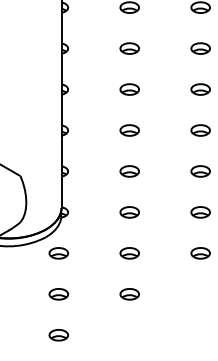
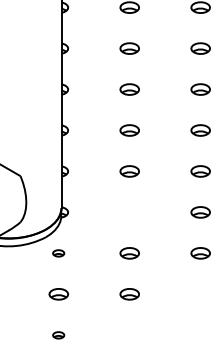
part at (129, 212): present -> none
part at (58, 253) size: 21x13 px -> 14x9 px
part at (58, 335) size: 21x13 px -> 14x9 px
